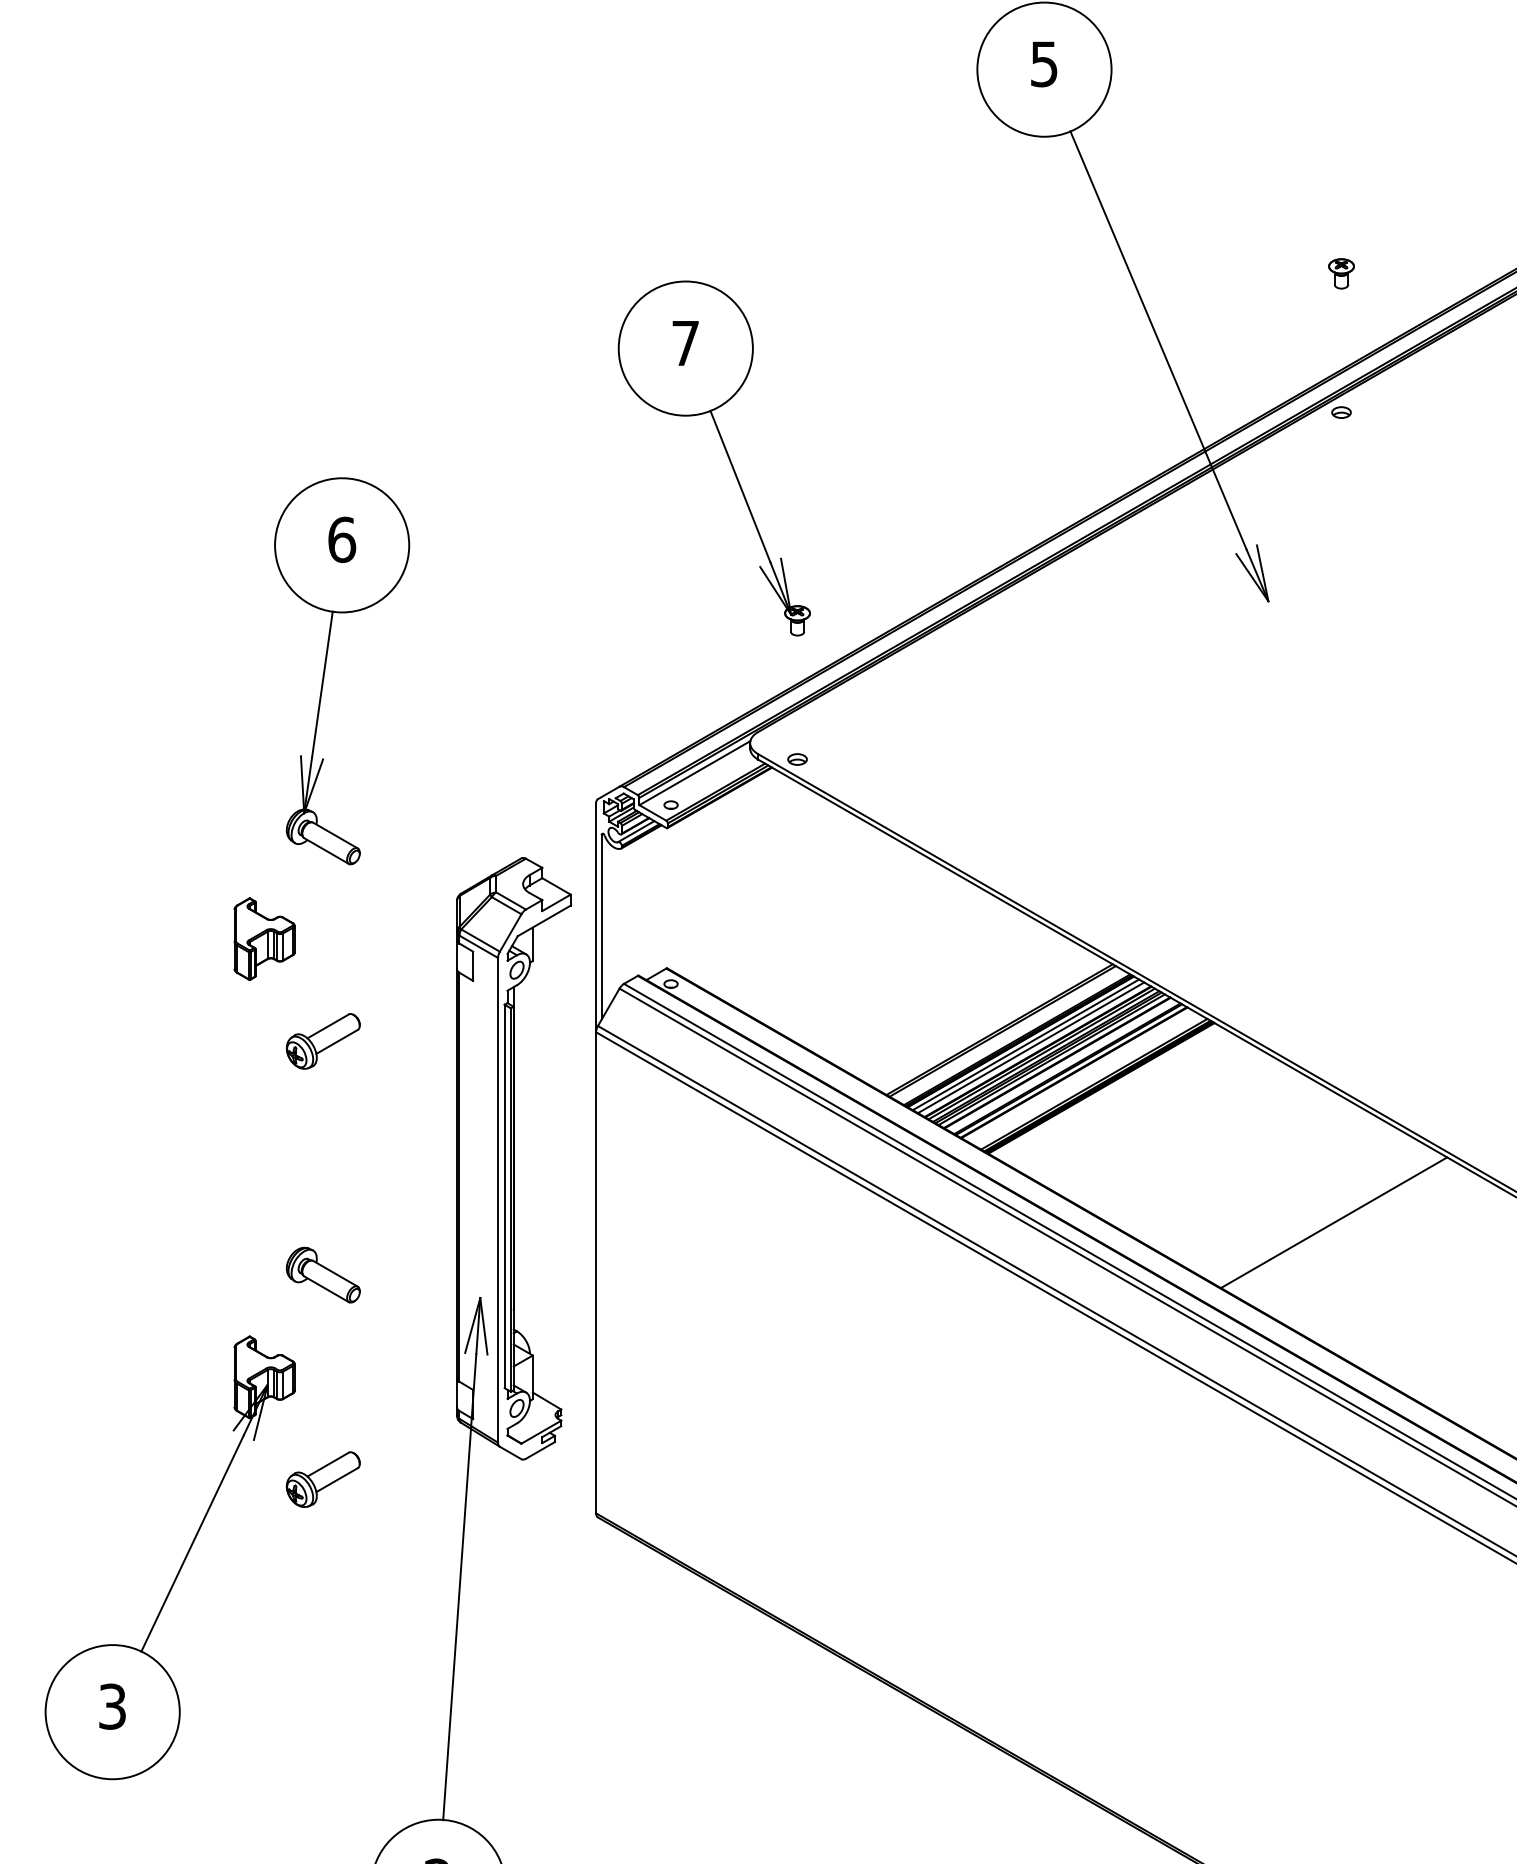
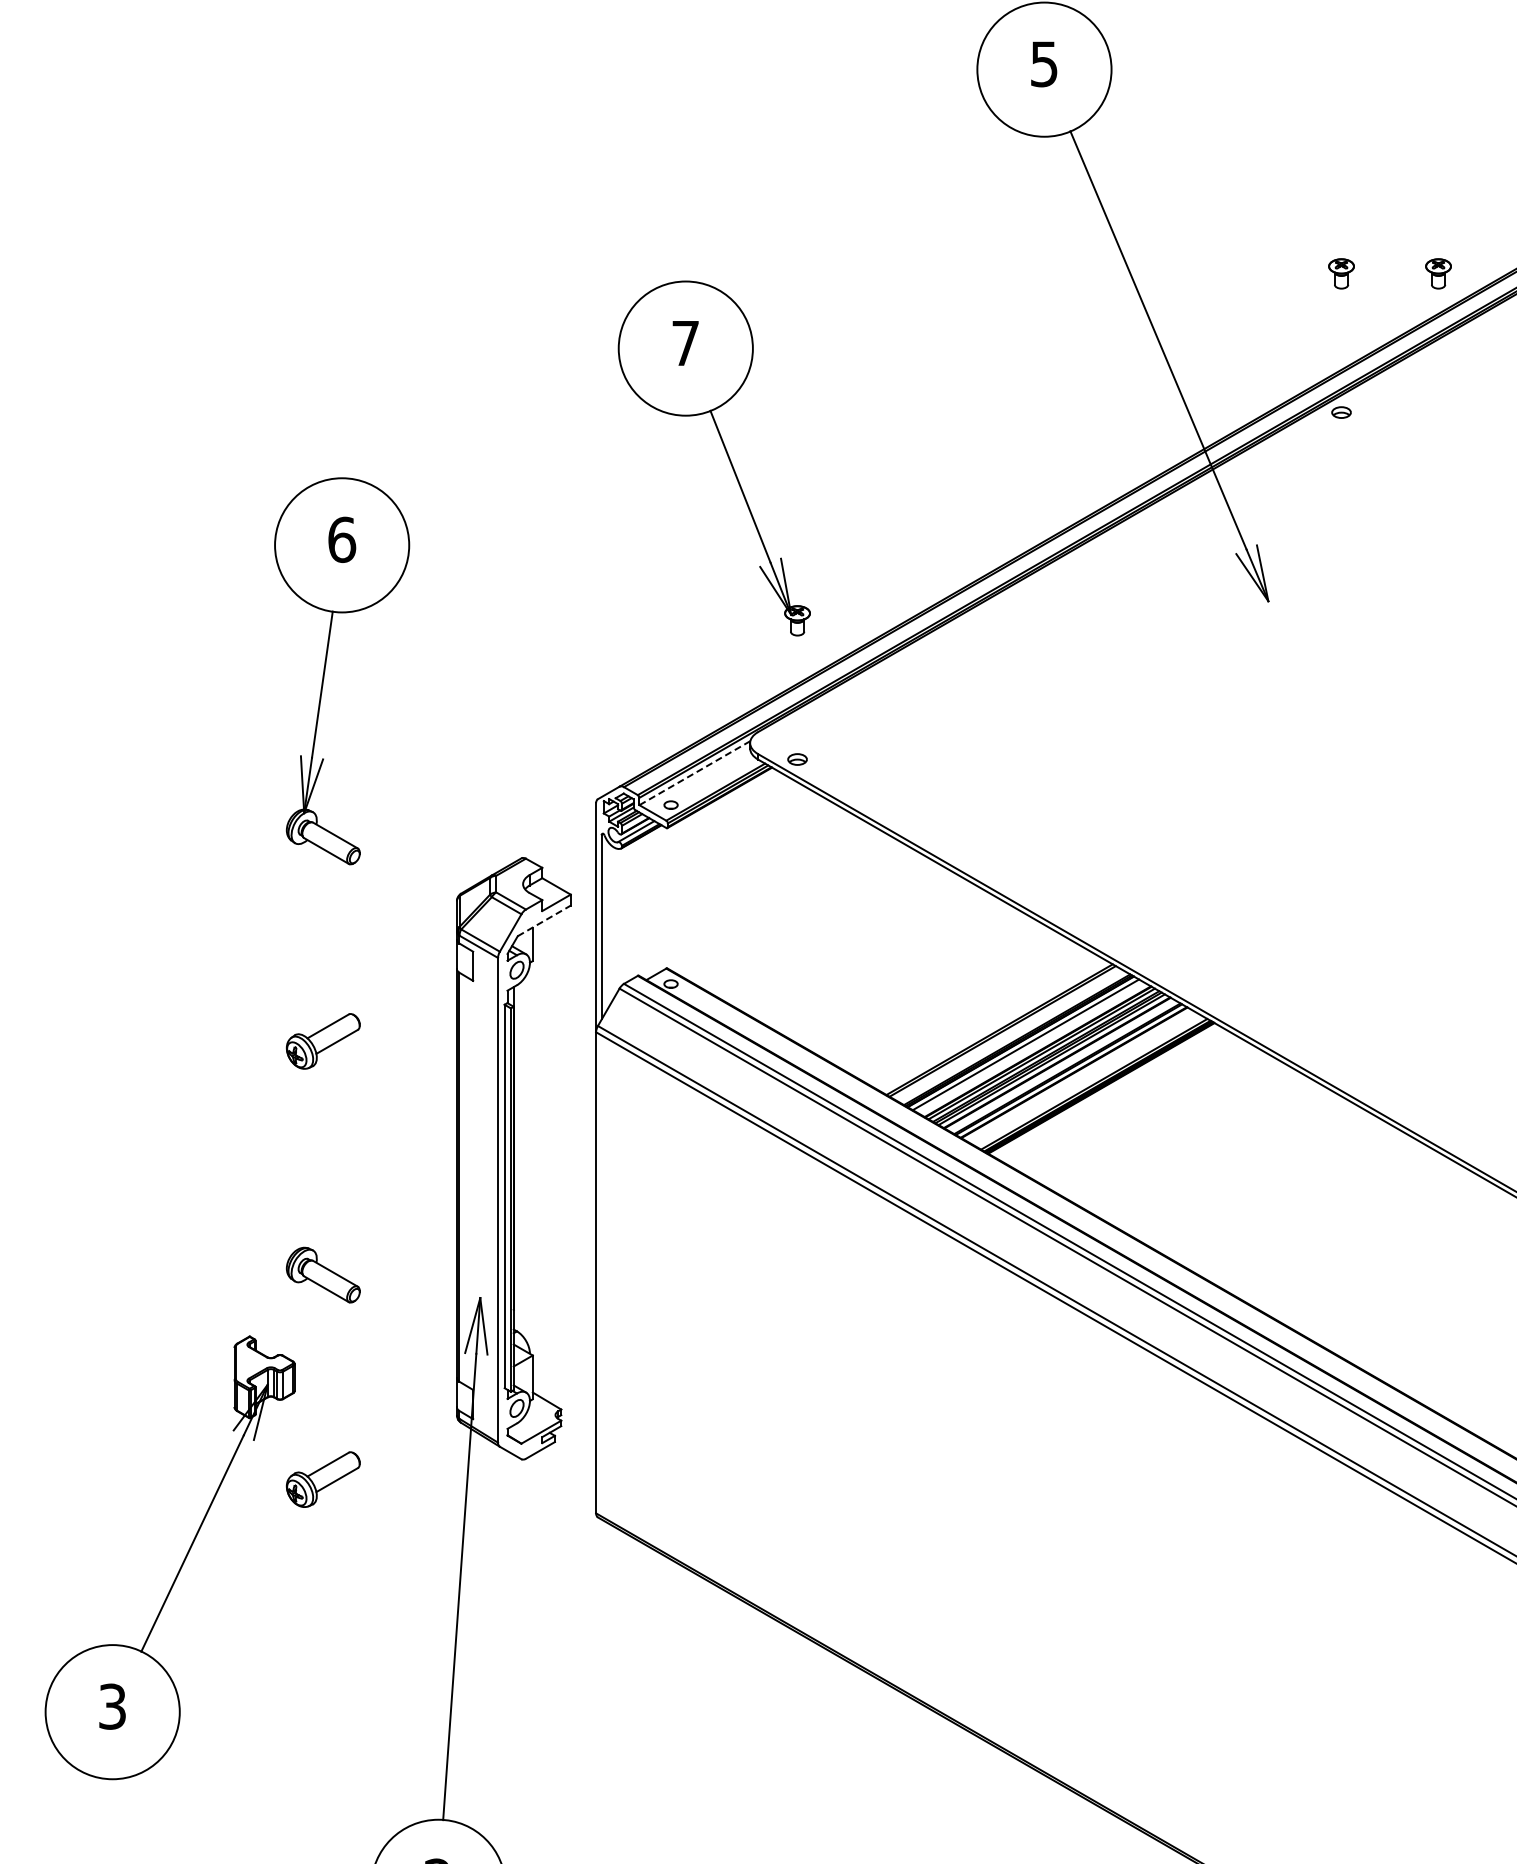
part at (1438, 273): none -> present
line at (694, 773): solid -> dashed
line at (544, 920): solid -> dashed
part at (264, 938): present -> none
line at (1031, 1047): present -> none
line at (1333, 1222): present -> none
